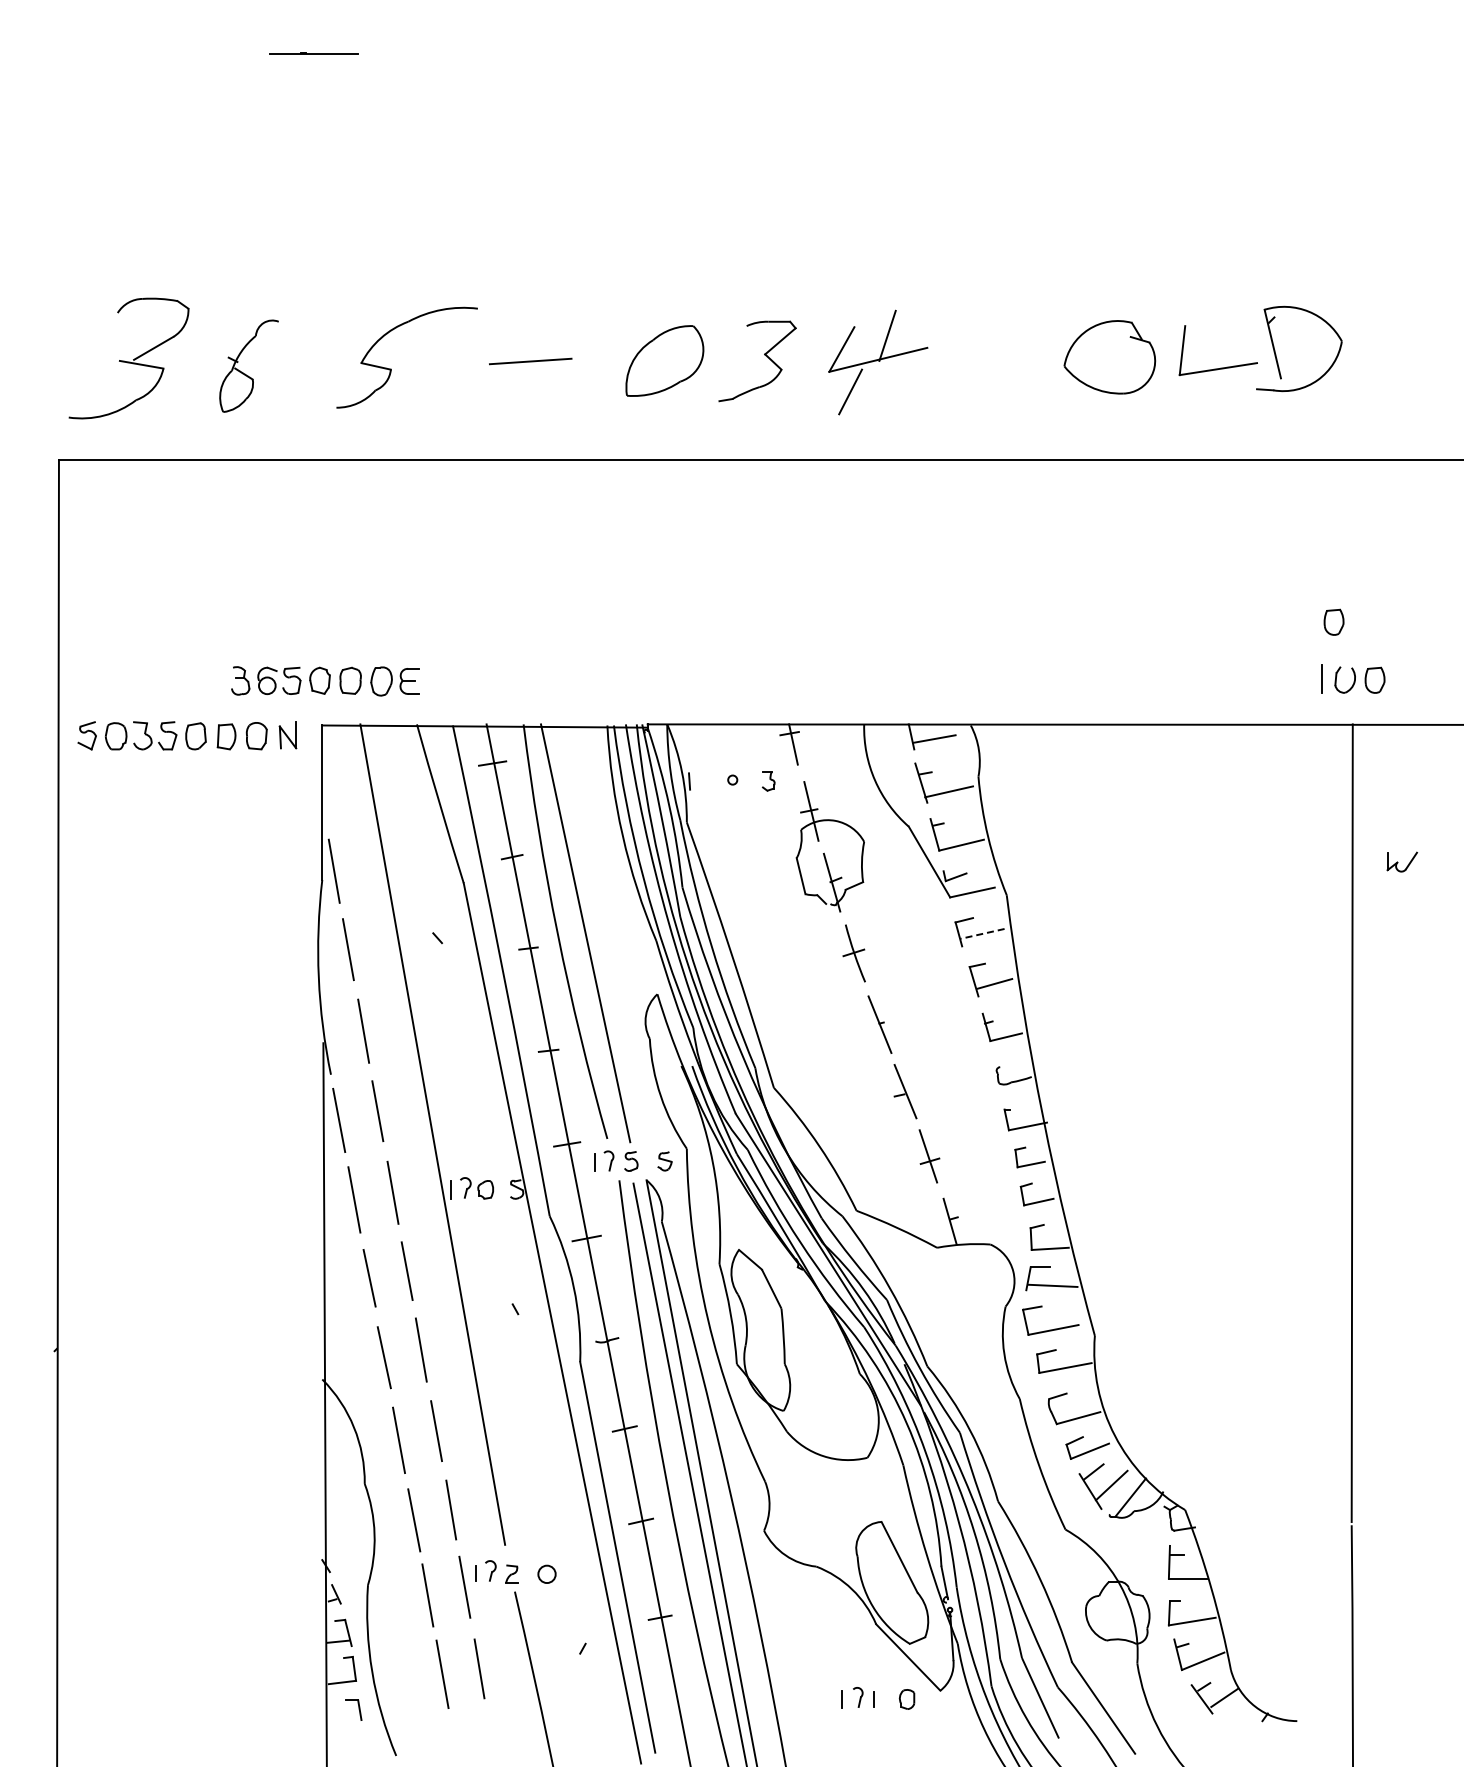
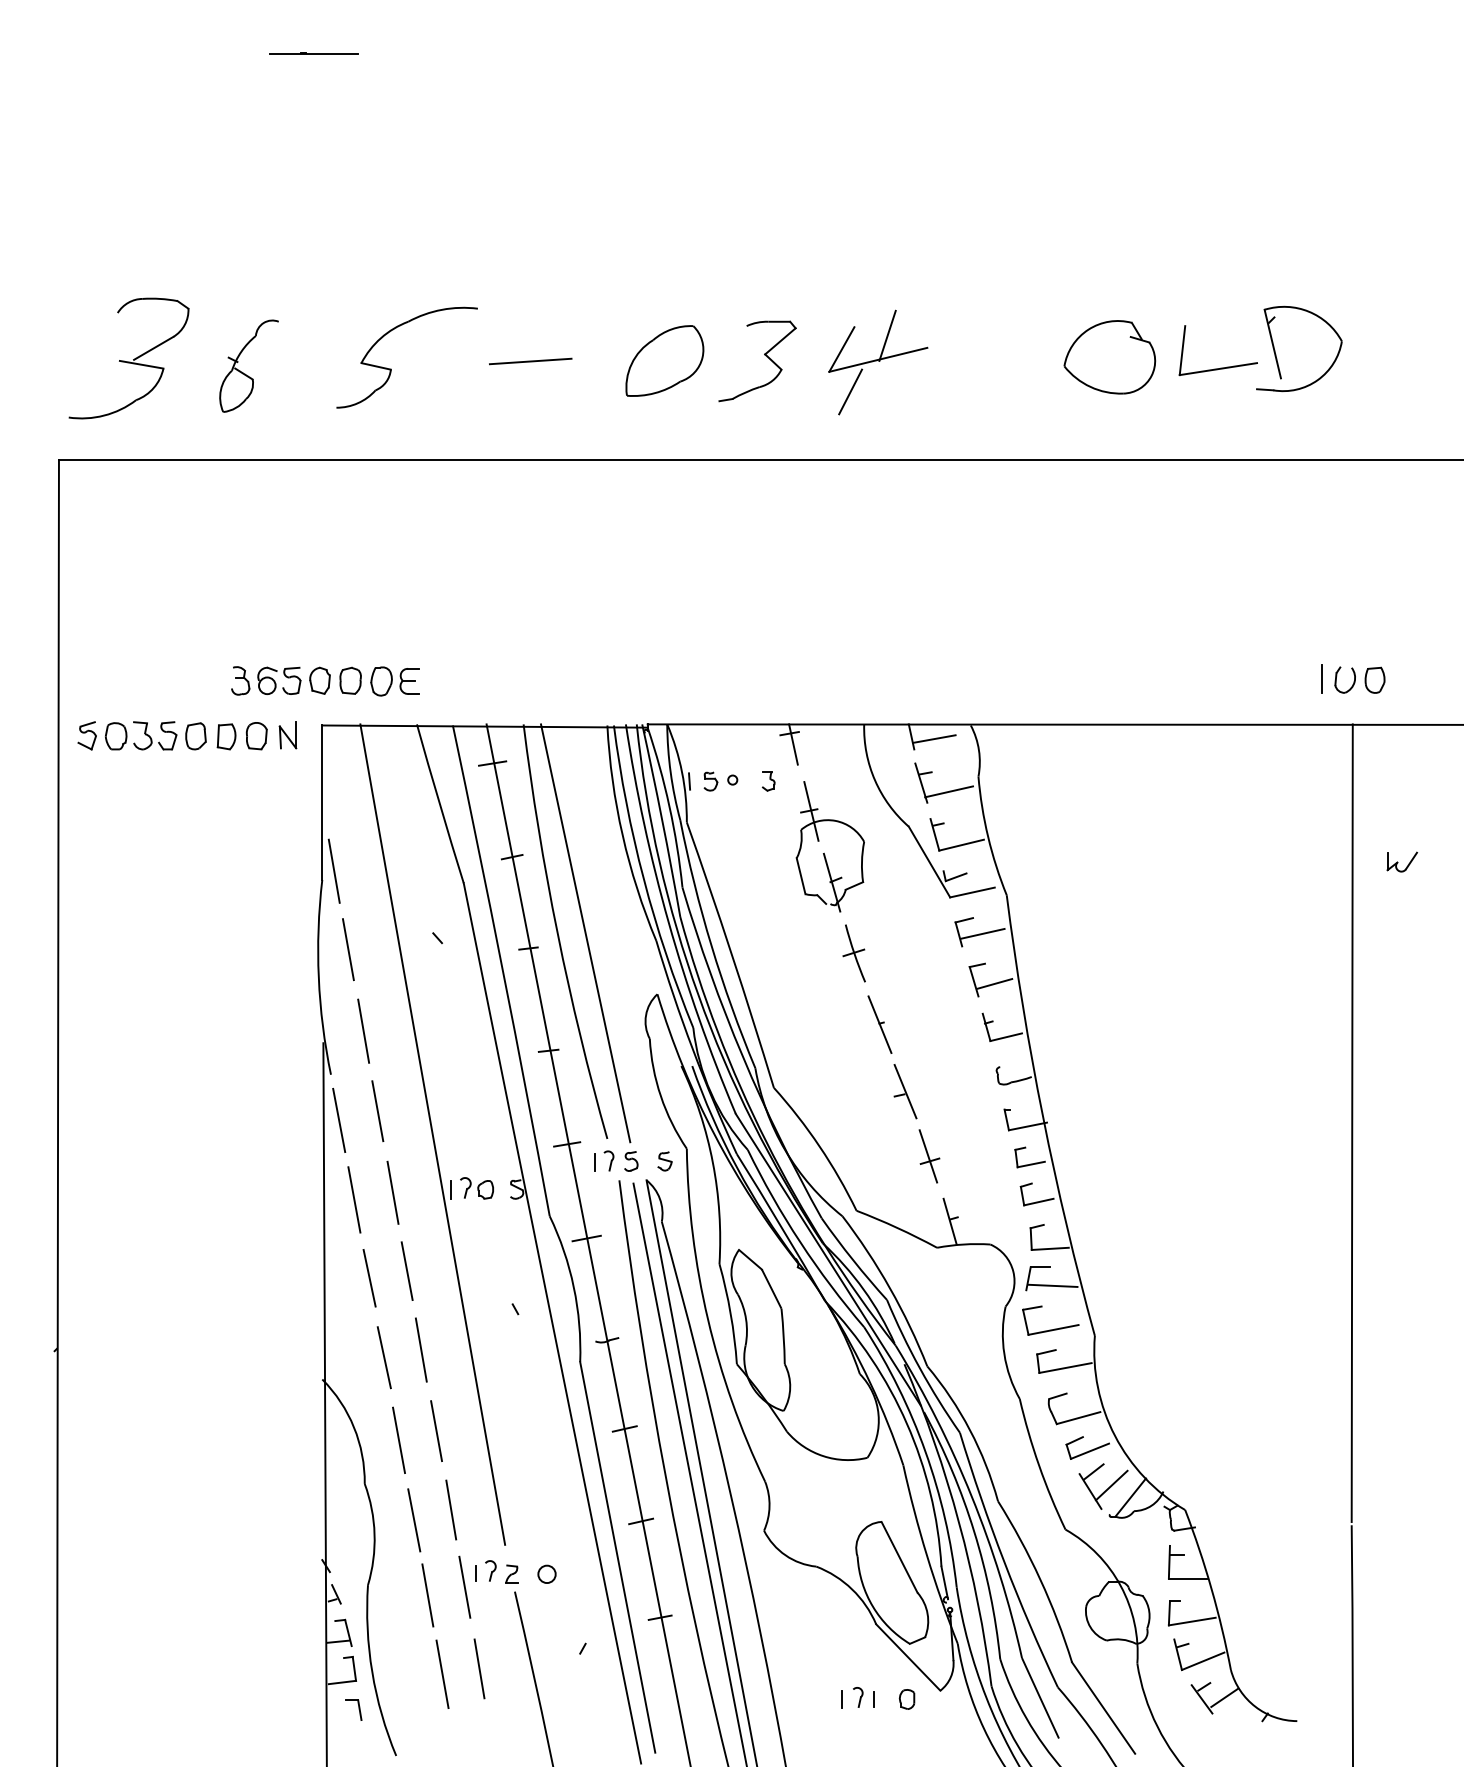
part at (1333, 621): present -> none
part at (710, 781): none -> present
line at (982, 933): dashed -> solid
